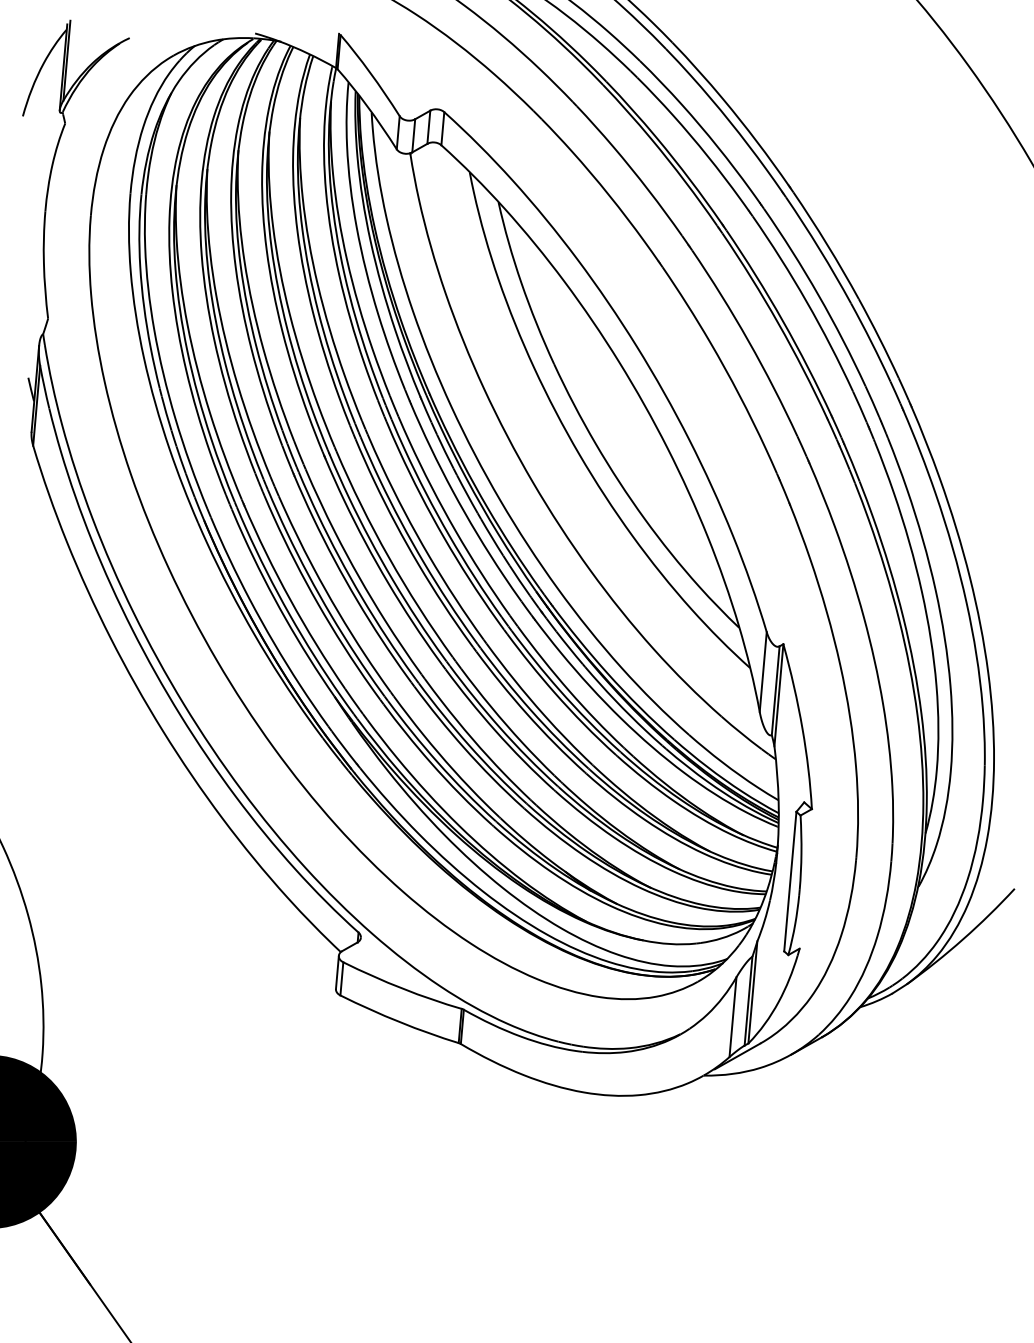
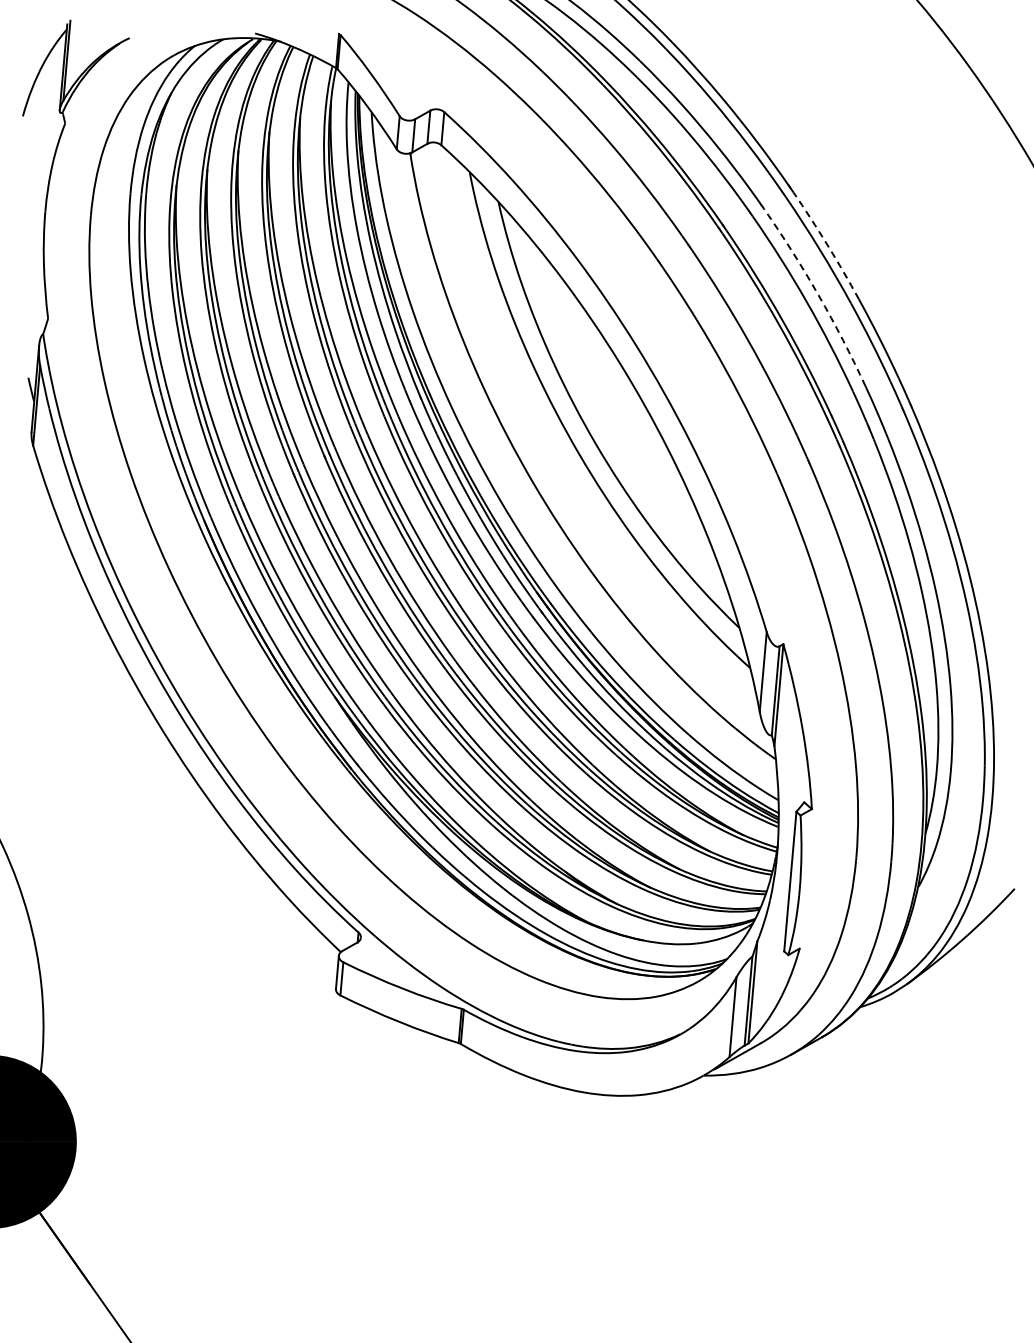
arc at (827, 244): solid -> dashed
arc at (818, 295): solid -> dashed
